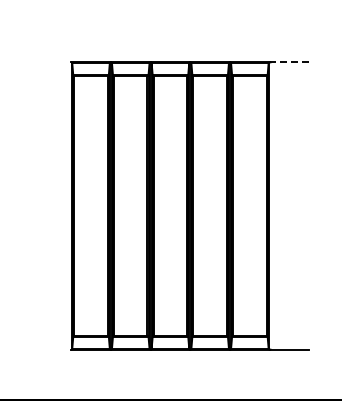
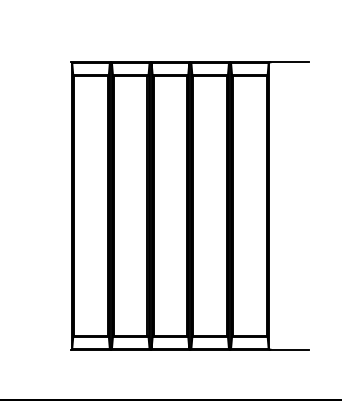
line at (289, 62): dashed -> solid
